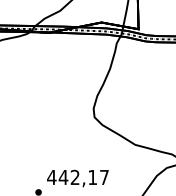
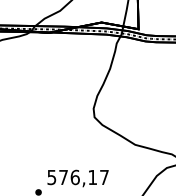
text at (63, 177): 442,17 -> 576,17
